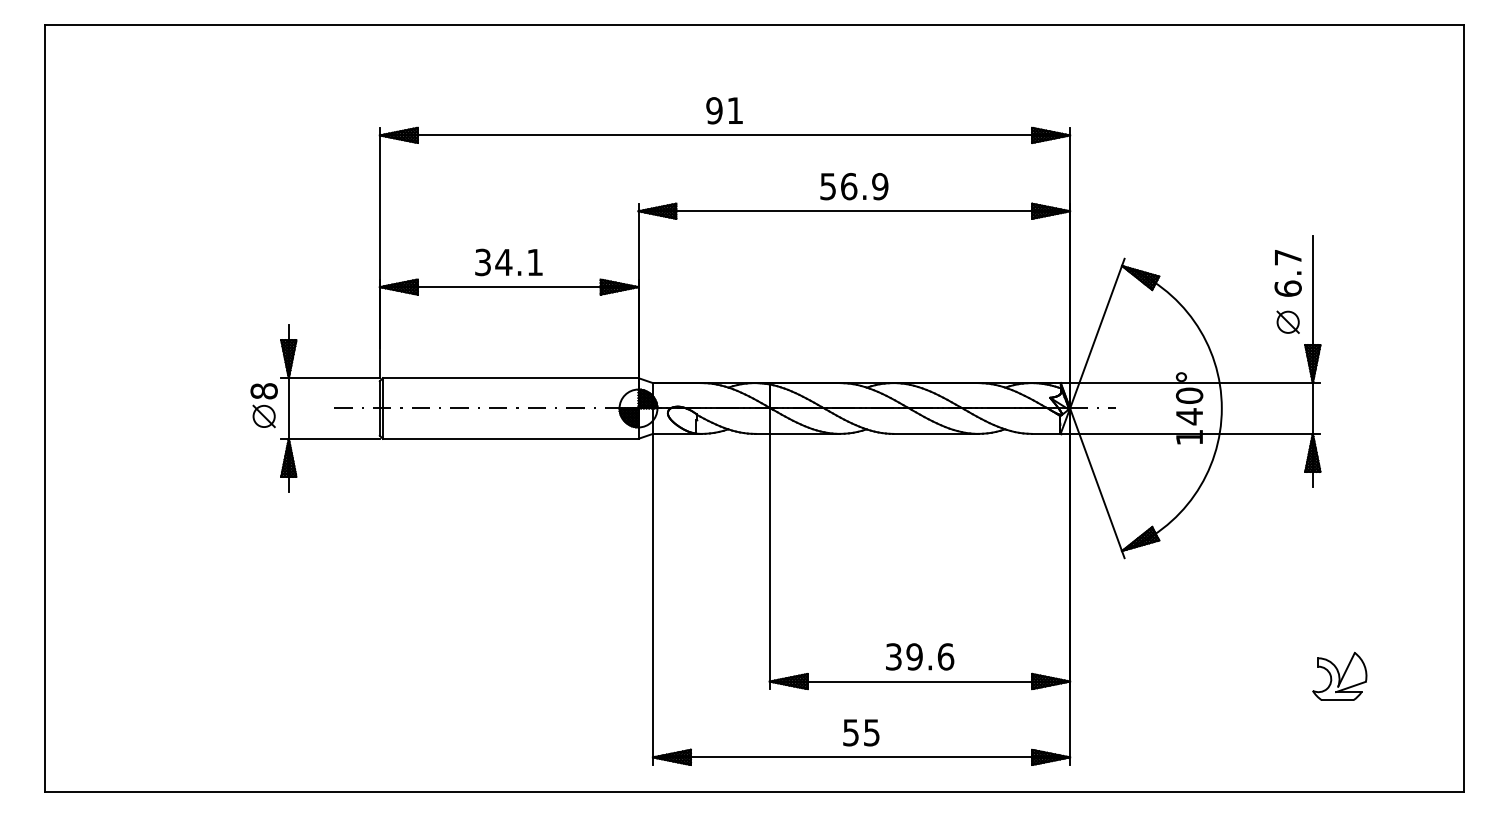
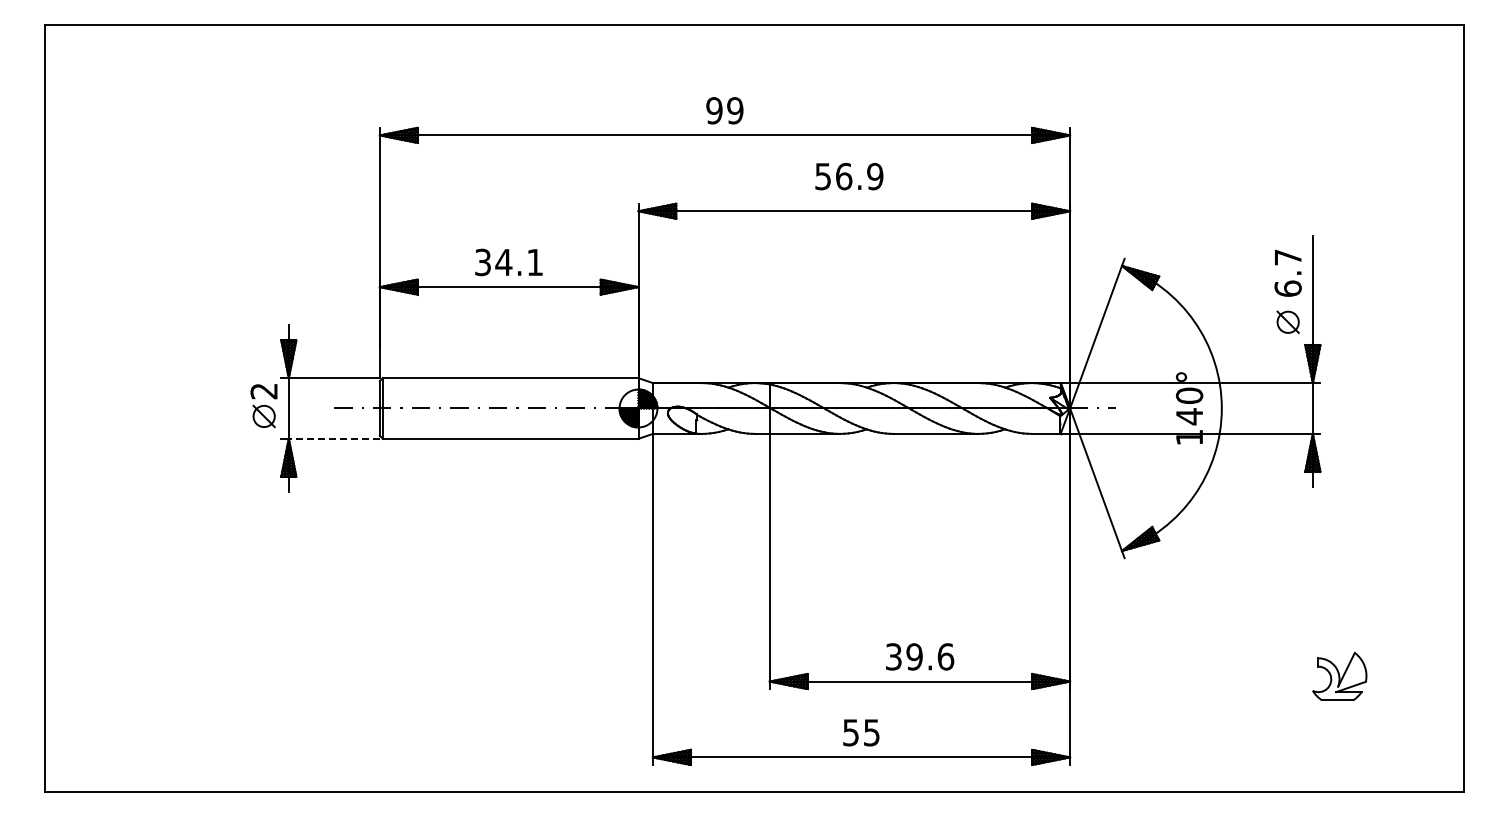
text at (735, 110): 91 -> 99
text at (854, 186) position: (854, 186) -> (849, 176)
text at (263, 391): 8 -> 2
line at (334, 438): solid -> dashed
